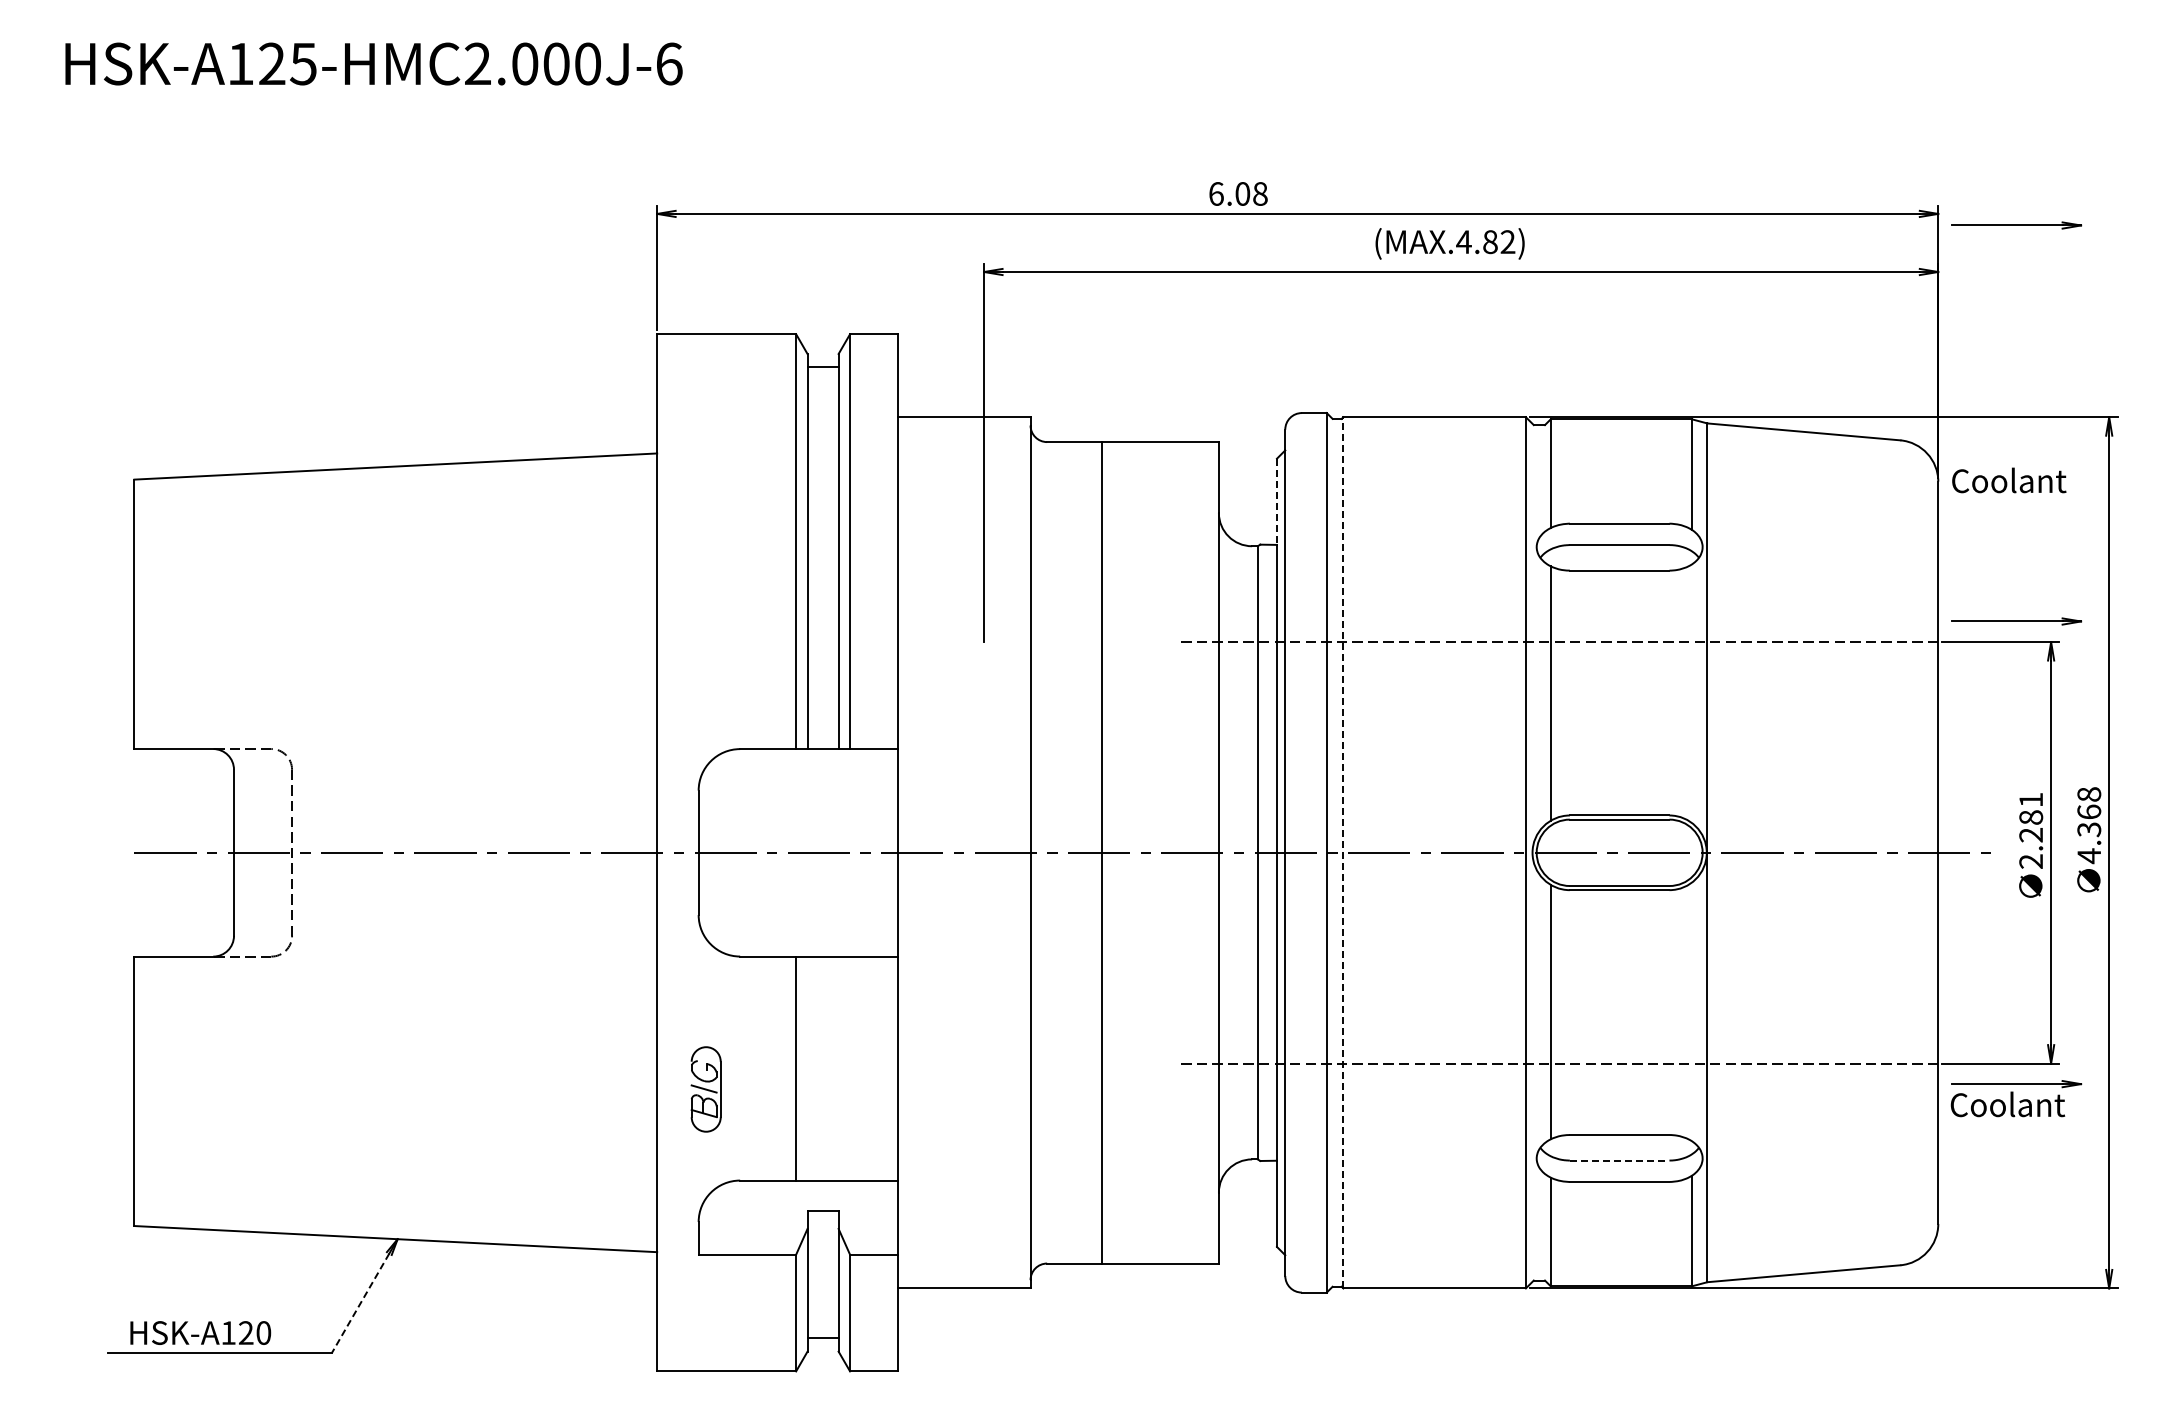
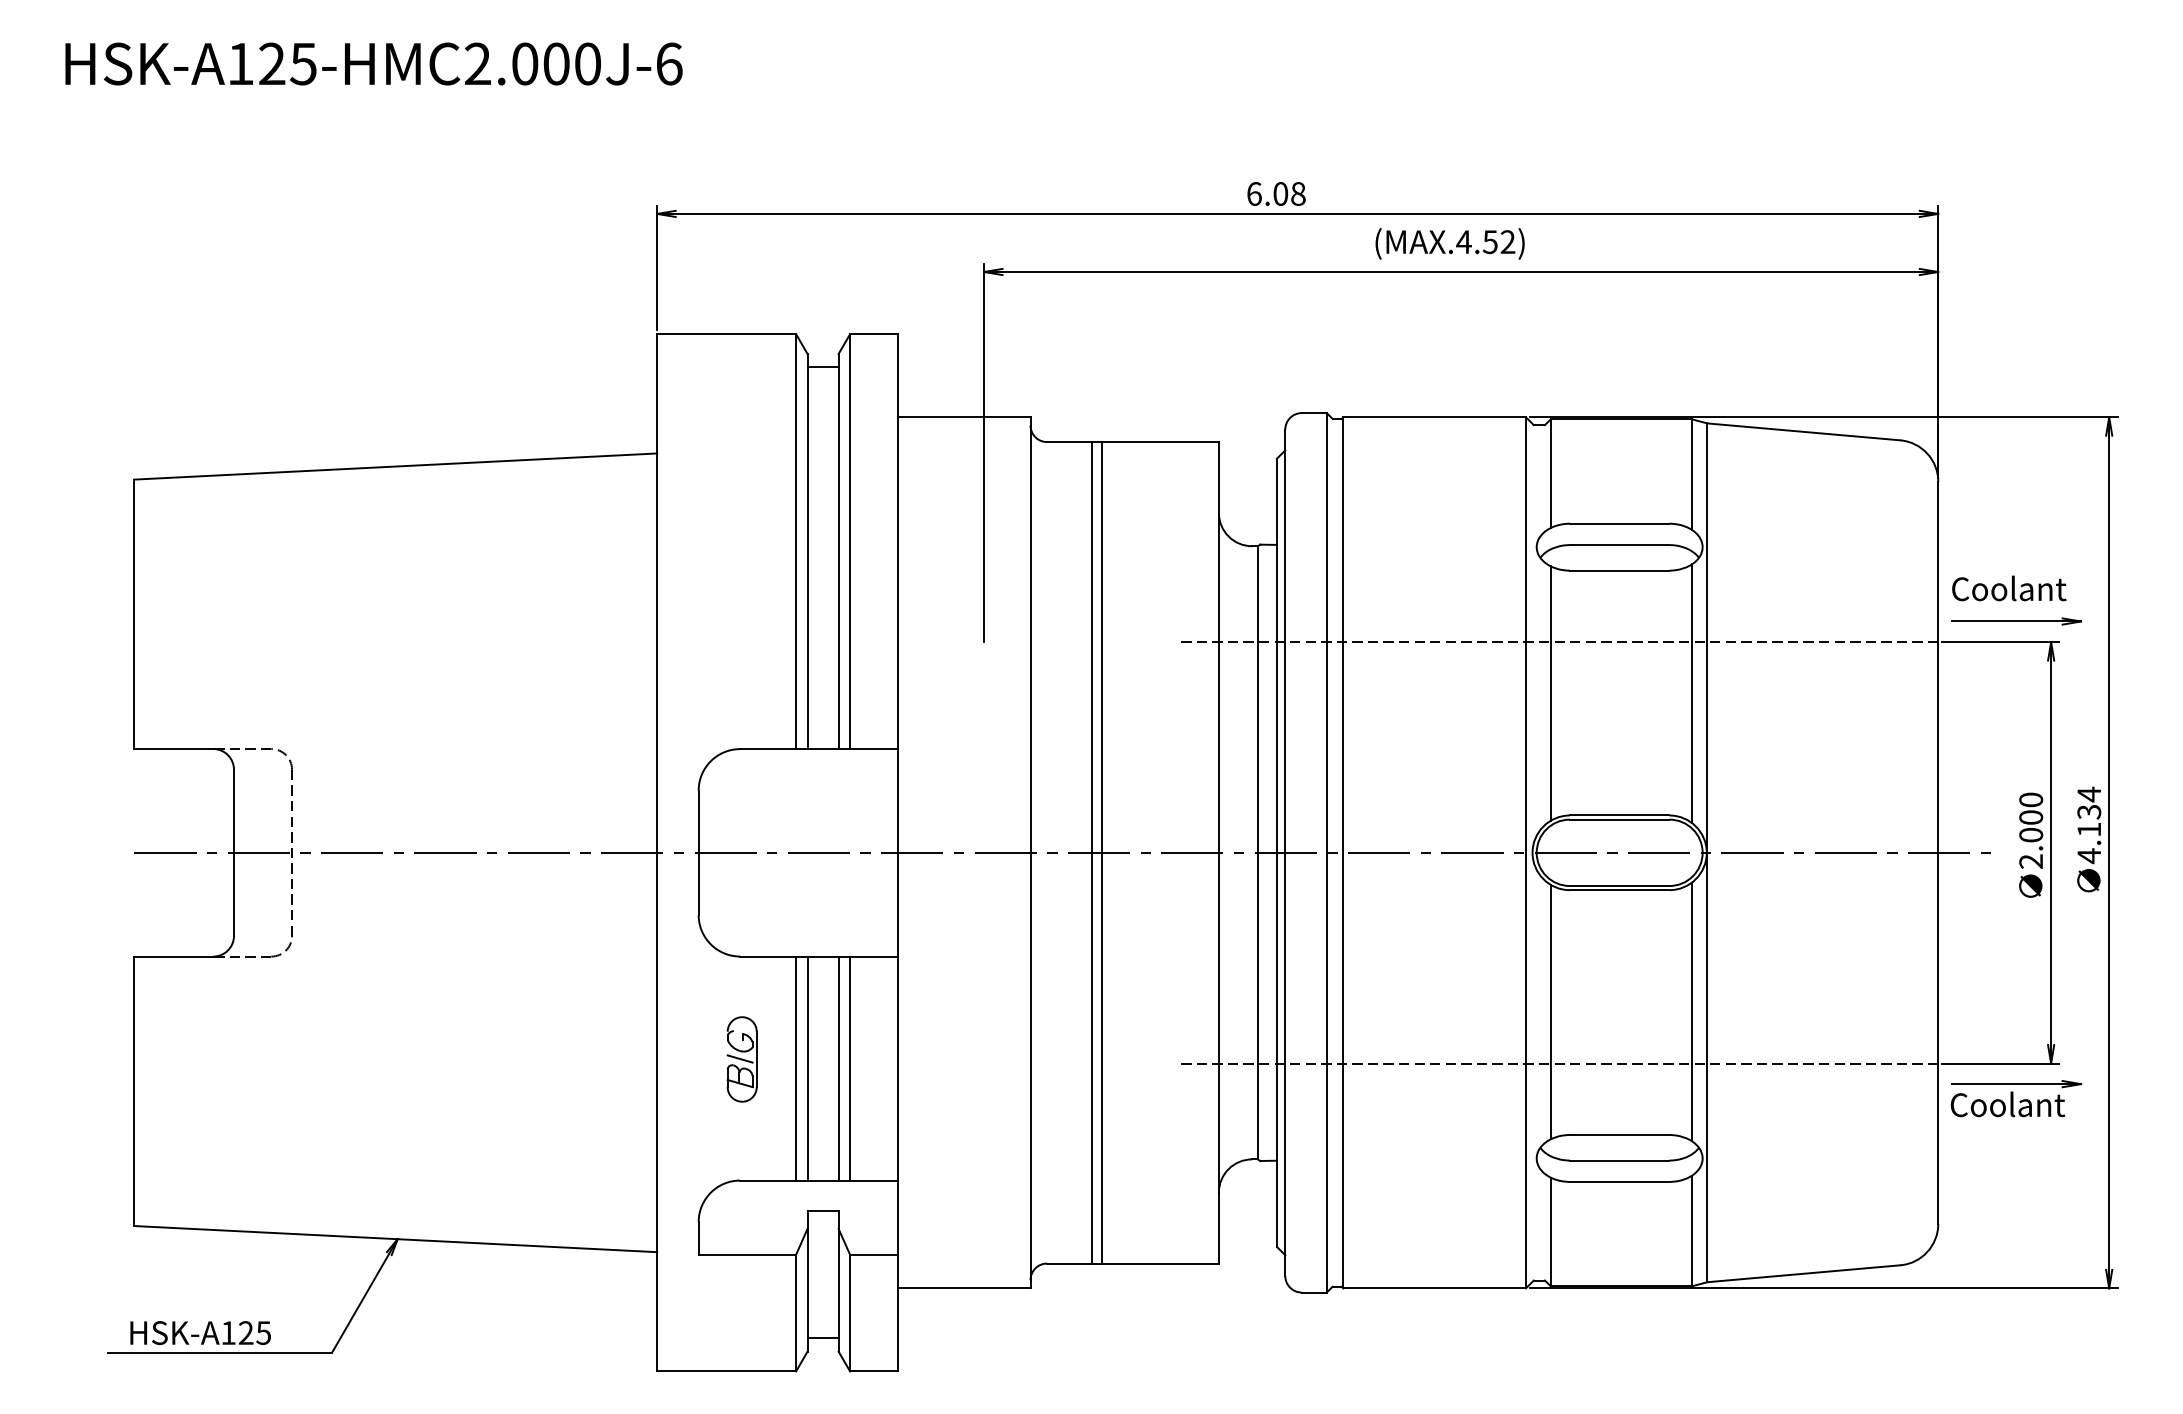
text at (1238, 193) position: (1238, 193) -> (1276, 193)
part at (2016, 225): present -> none
text at (1489, 241): (MAX.4.82) -> (MAX.4.52)
text at (2009, 480) position: (2009, 480) -> (2009, 588)
line at (1276, 502): dashed -> solid
line at (1691, 693): none -> present
text at (2089, 811): 4.368 -> 4.134
text at (2031, 817): 2.281 -> 2.000
line at (1091, 852): none -> present
line at (1343, 852): dashed -> solid
line at (1691, 1011): none -> present
line at (807, 1068): none -> present
line at (838, 1068): none -> present
line at (850, 1068): none -> present
part at (705, 1089) position: (705, 1089) -> (741, 1059)
line at (1619, 1160): dashed -> solid
line at (360, 1303): dashed -> solid
text at (263, 1332): HSK-A120 -> HSK-A125
